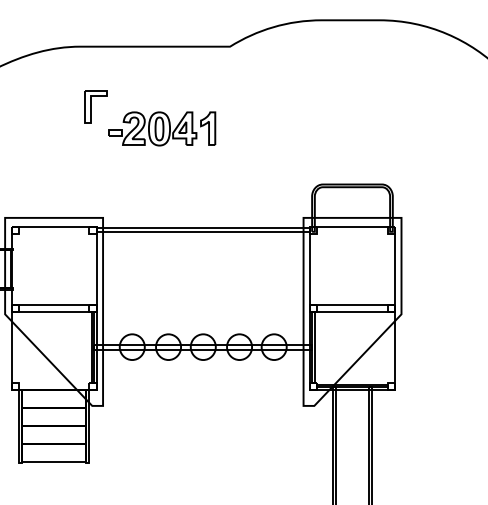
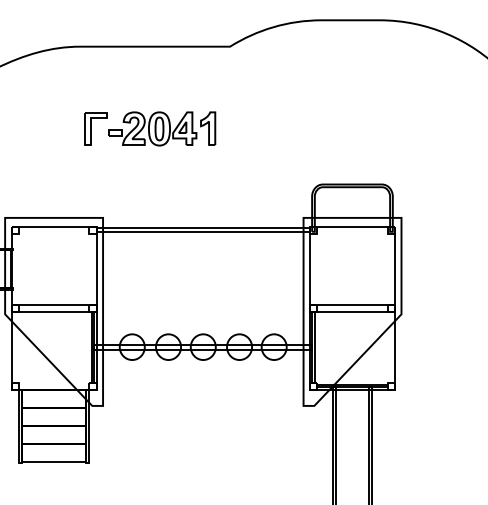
part at (95, 106) position: (95, 106) -> (95, 128)
